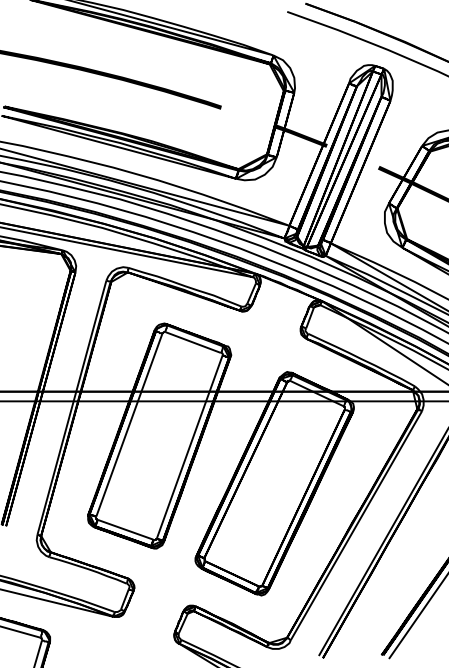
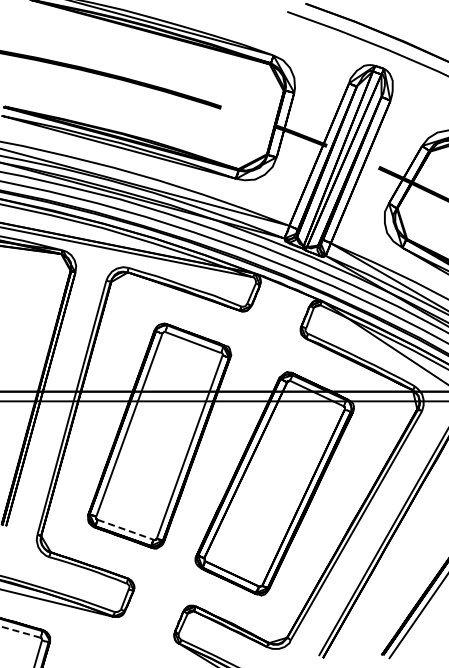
line at (126, 529): solid -> dashed
line at (20, 632): solid -> dashed
